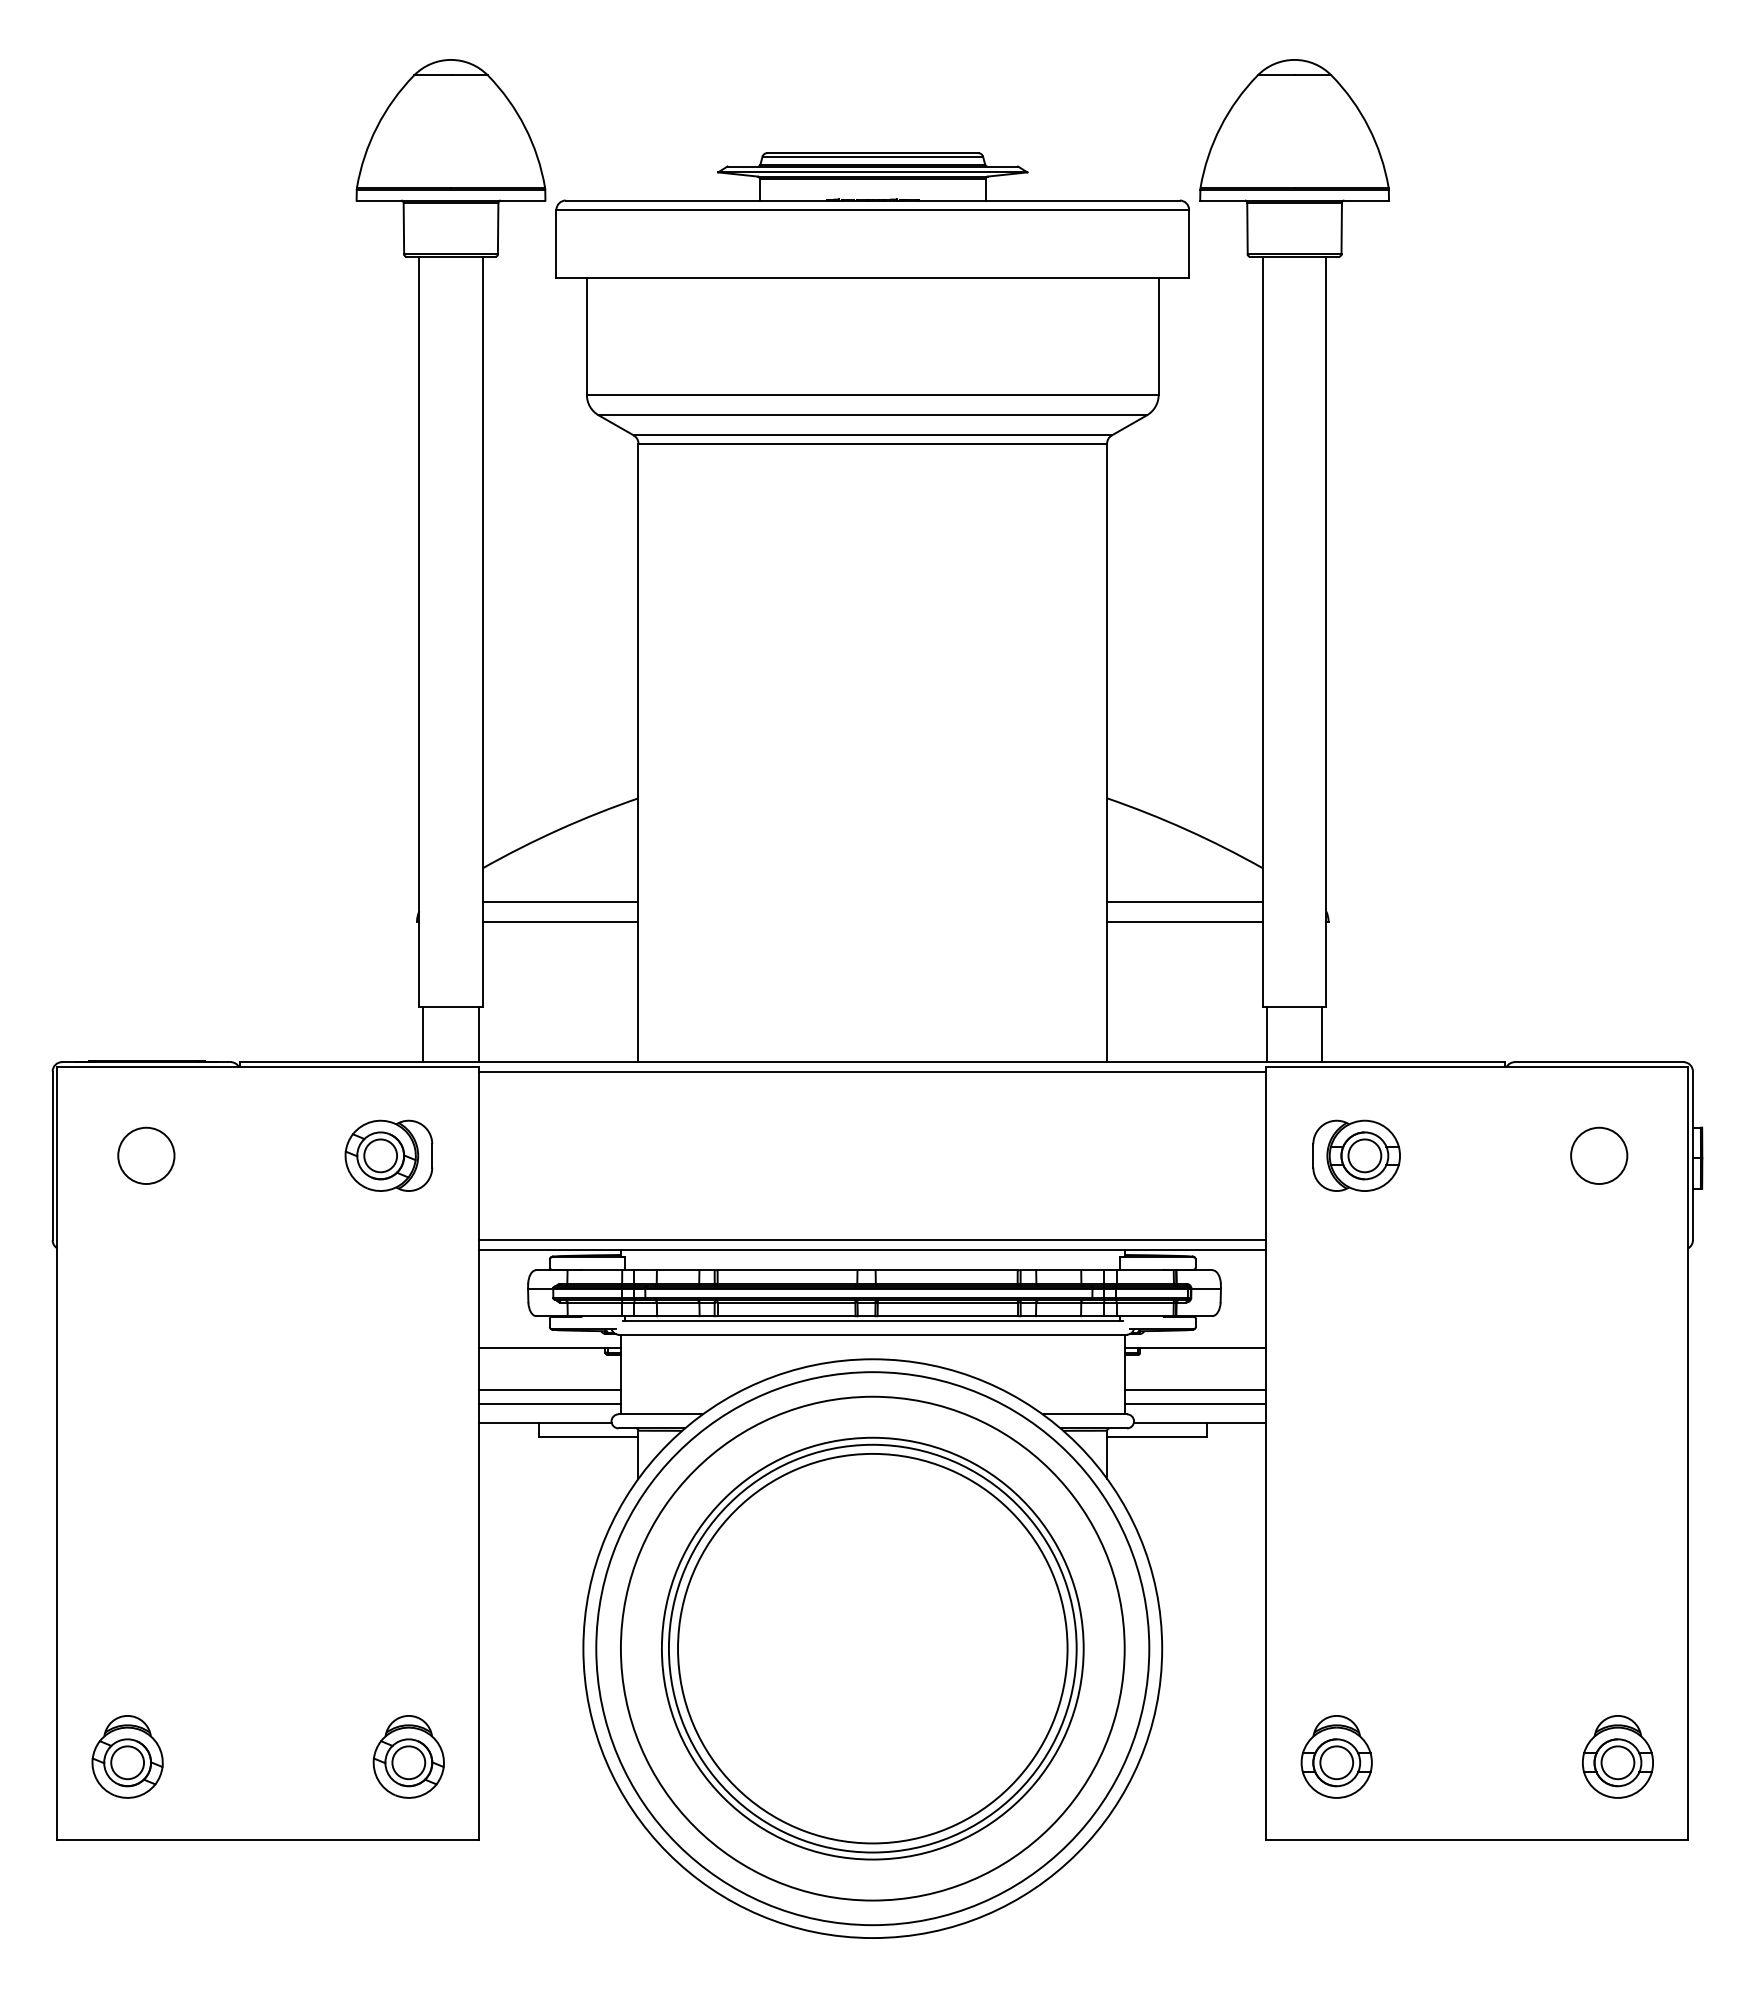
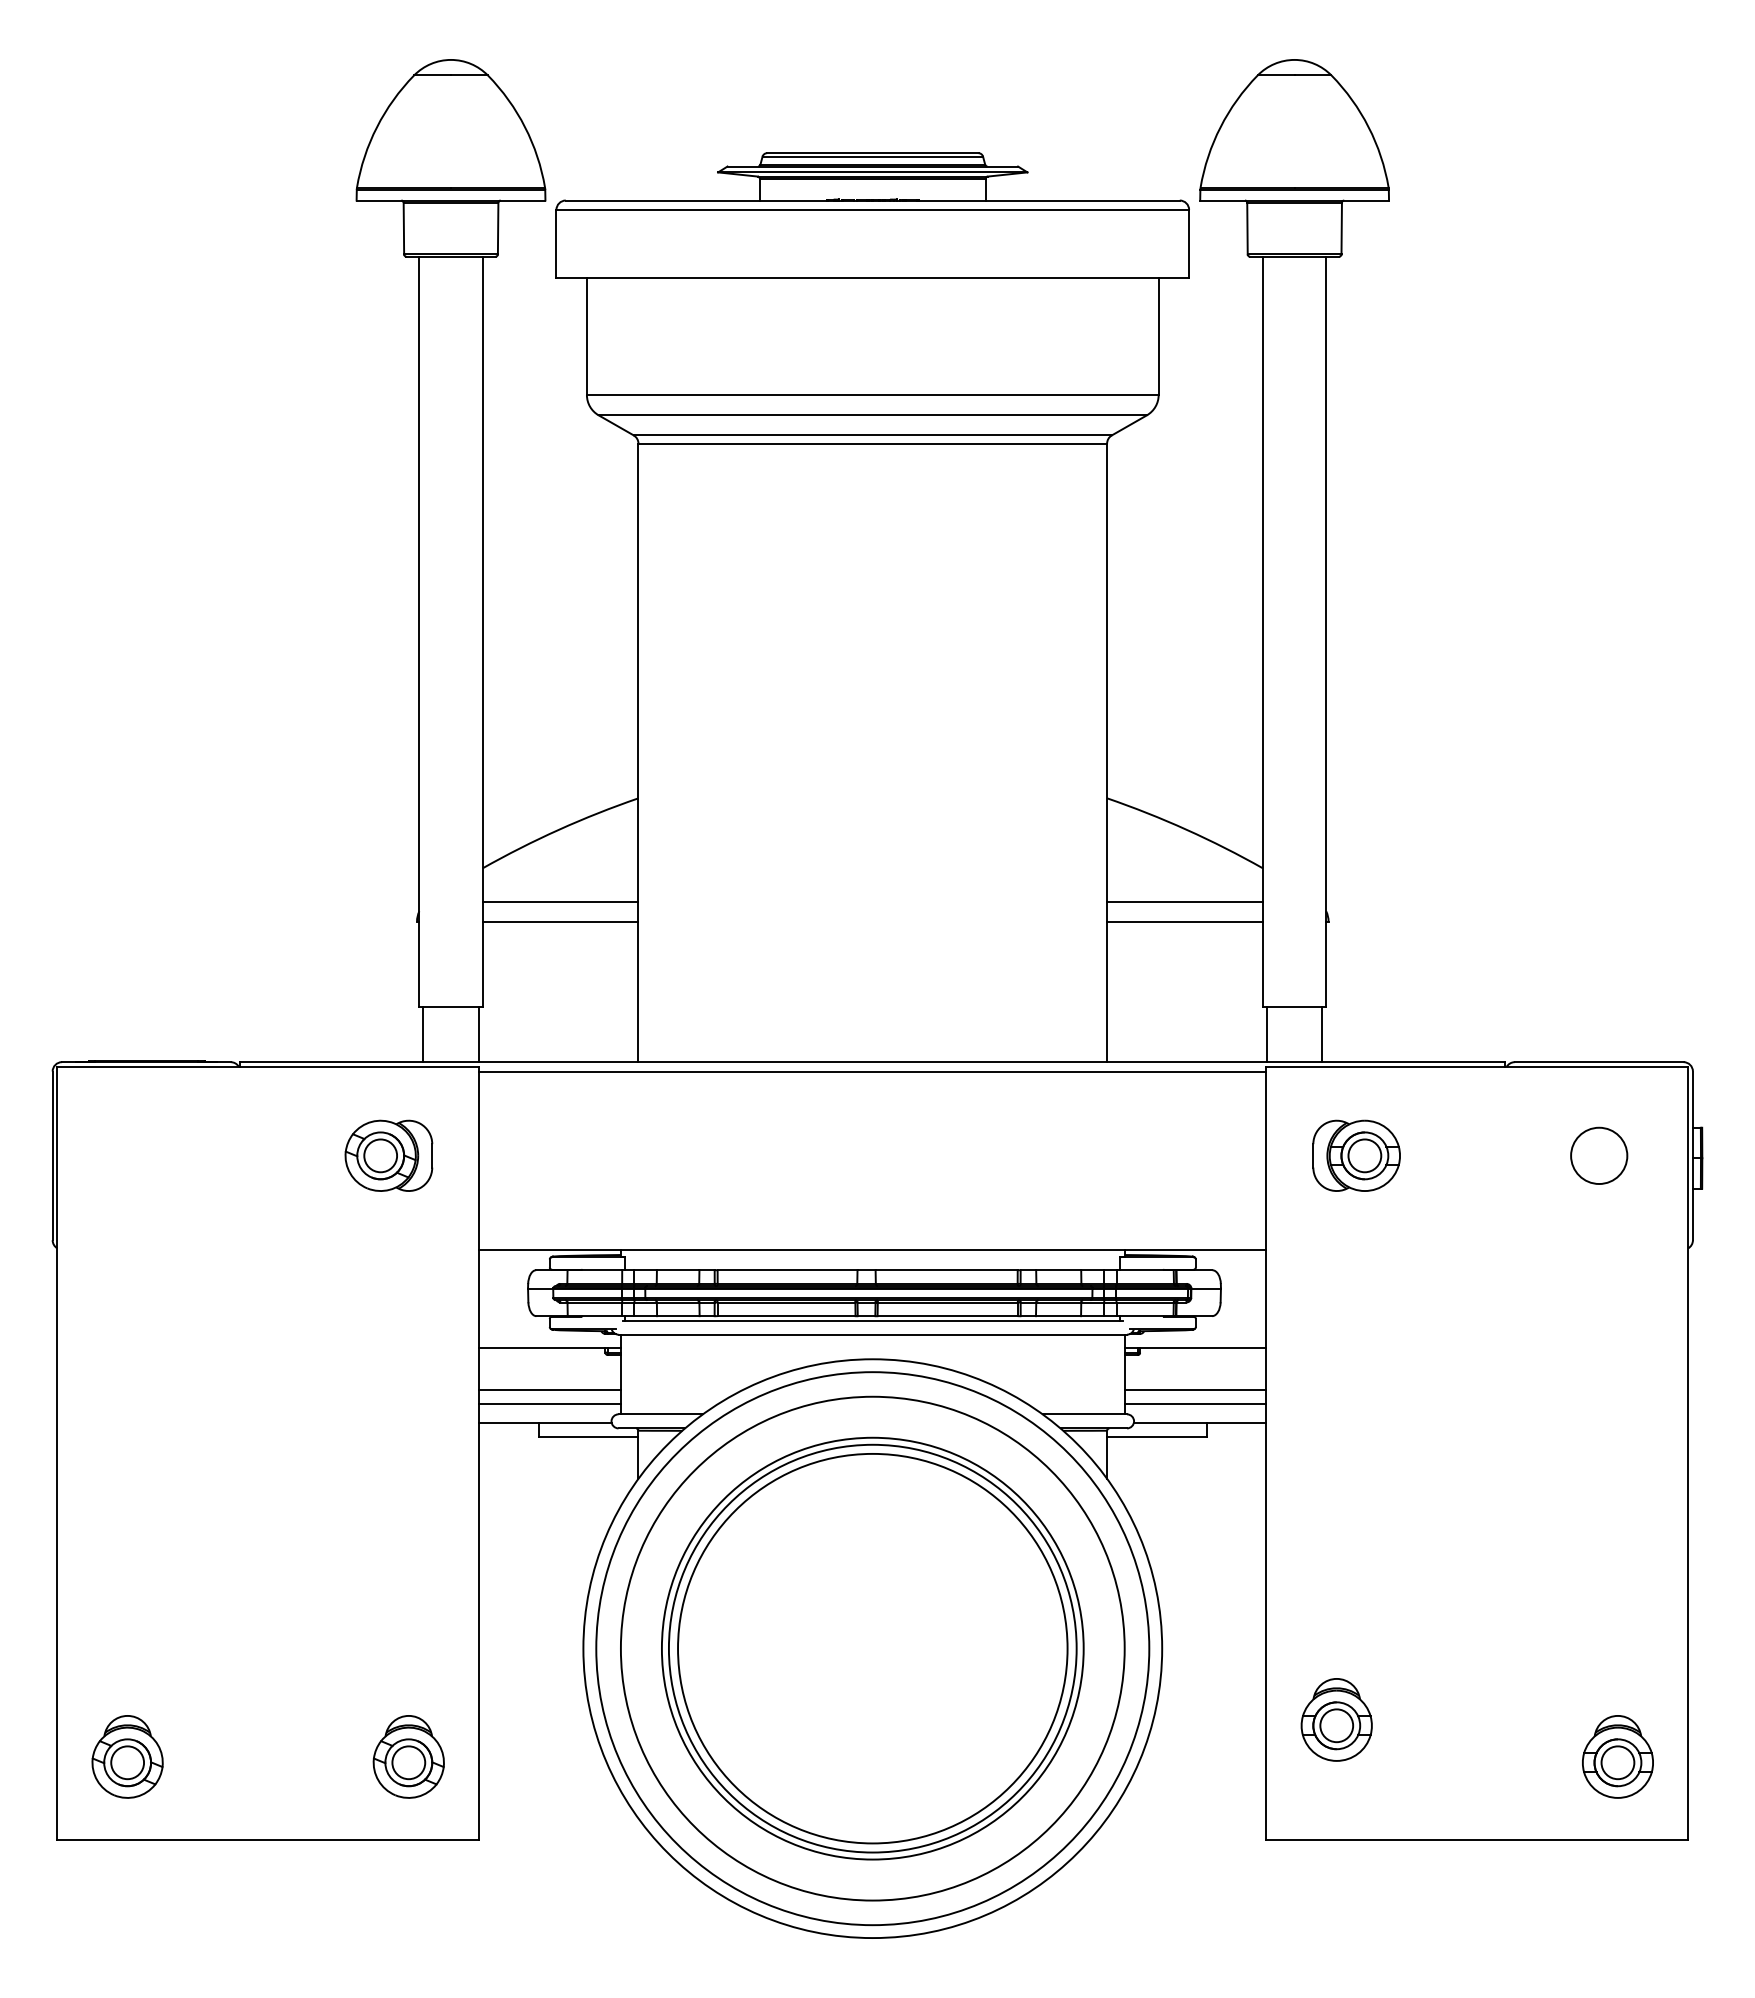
circle at (146, 1155): present -> none
line at (872, 1240): present -> none
part at (1336, 1756) position: (1336, 1756) -> (1336, 1719)
